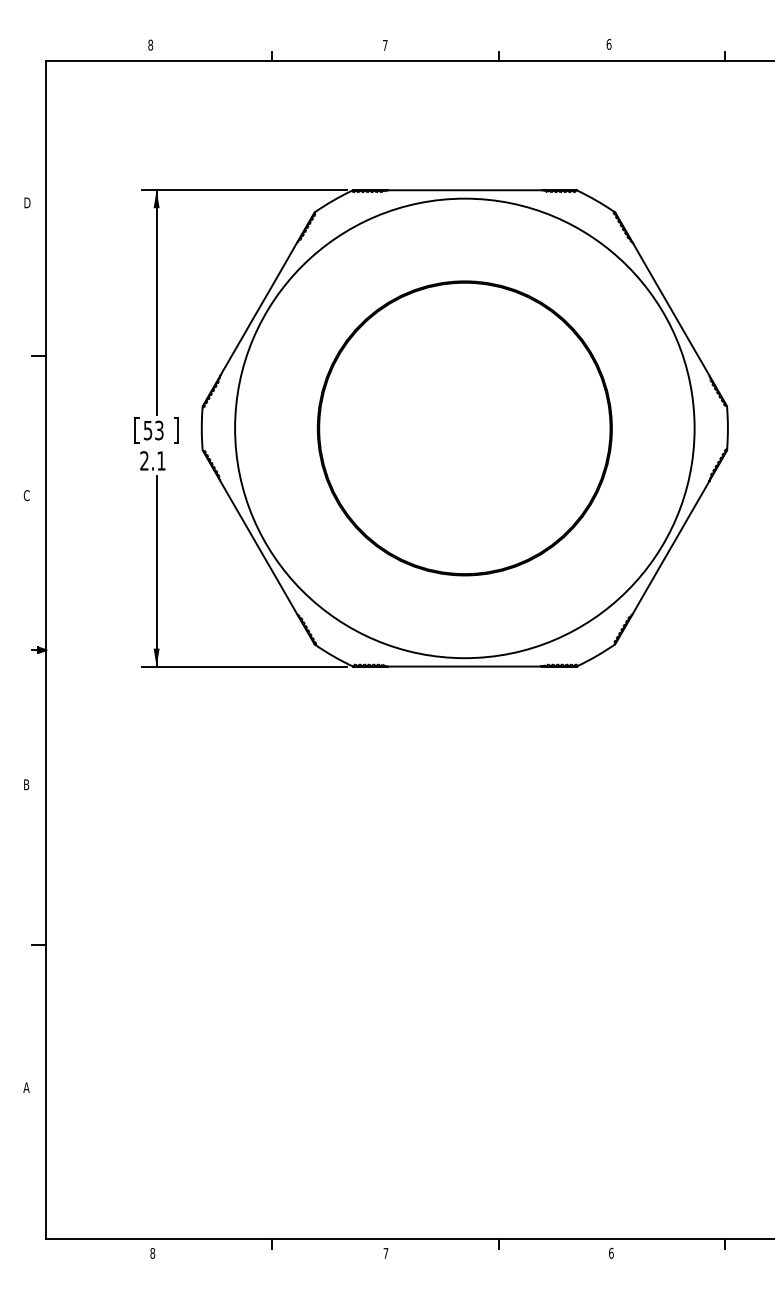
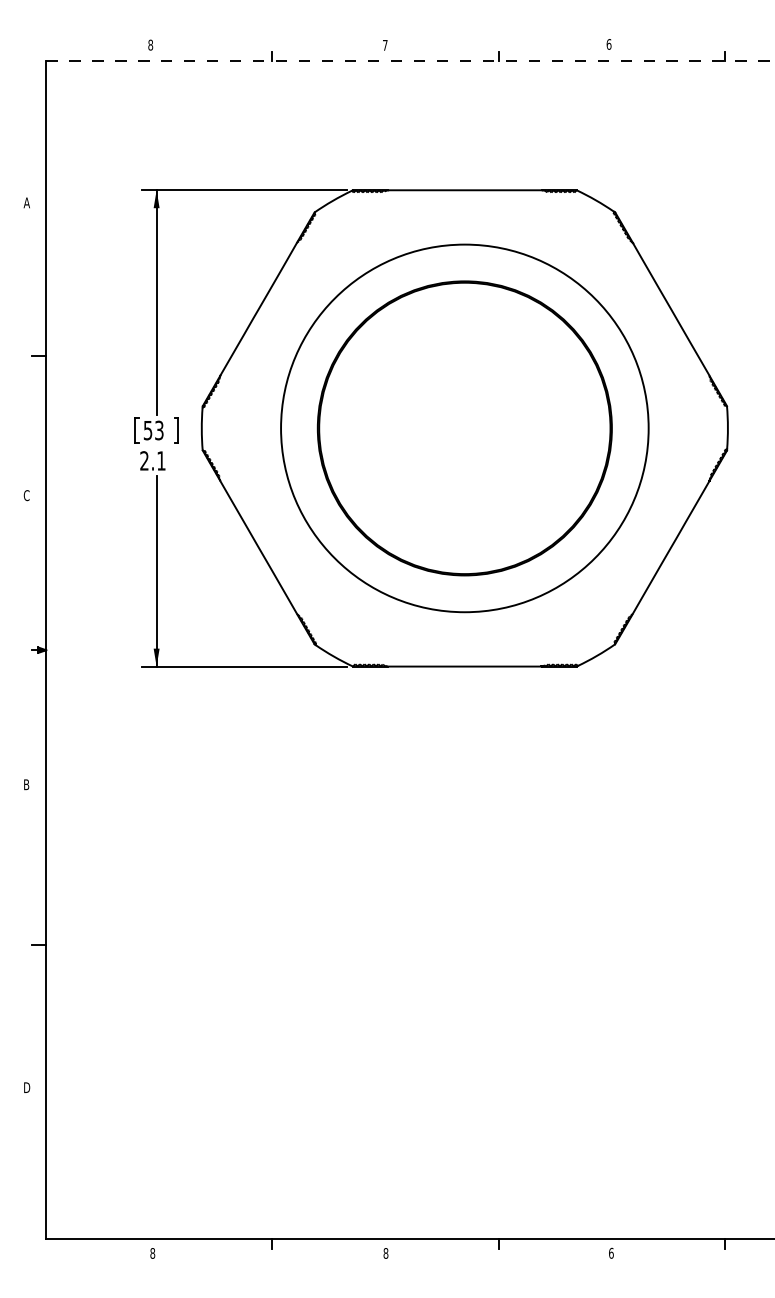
line at (410, 61): solid -> dashed
text at (26, 202): D -> A
circle at (464, 428) diameter: 460 px -> 368 px
text at (26, 1087): A -> D
text at (385, 1253): 7 -> 8
